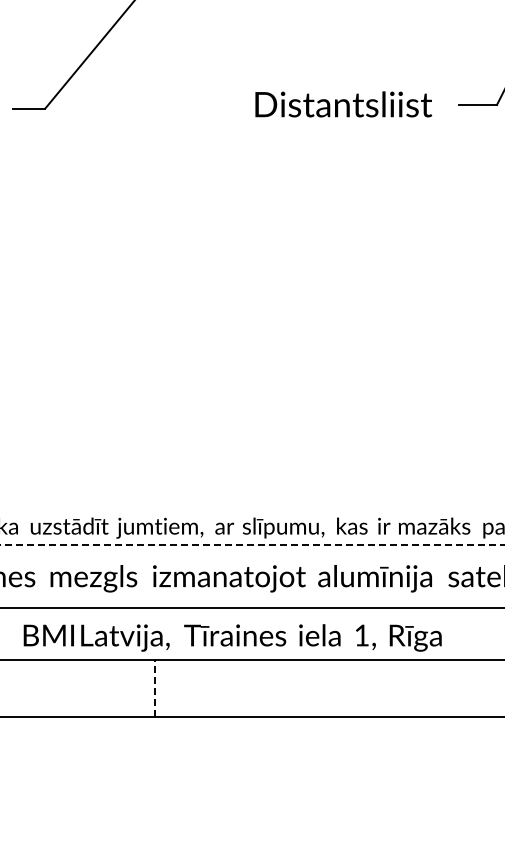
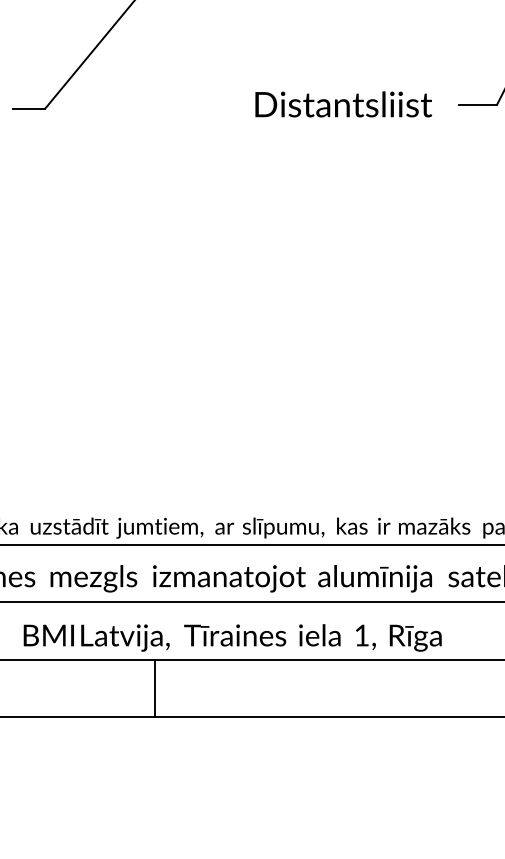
line at (252, 544): dashed -> solid
line at (251, 608) position: (251, 608) -> (251, 602)
line at (154, 688): dashed -> solid
